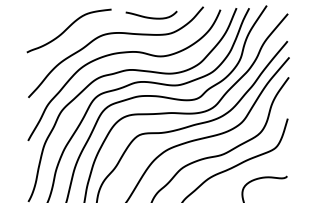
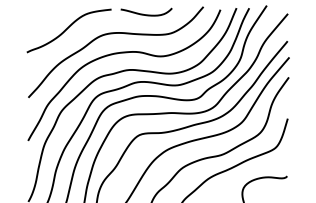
curve at (151, 17) position: (151, 17) -> (146, 14)
